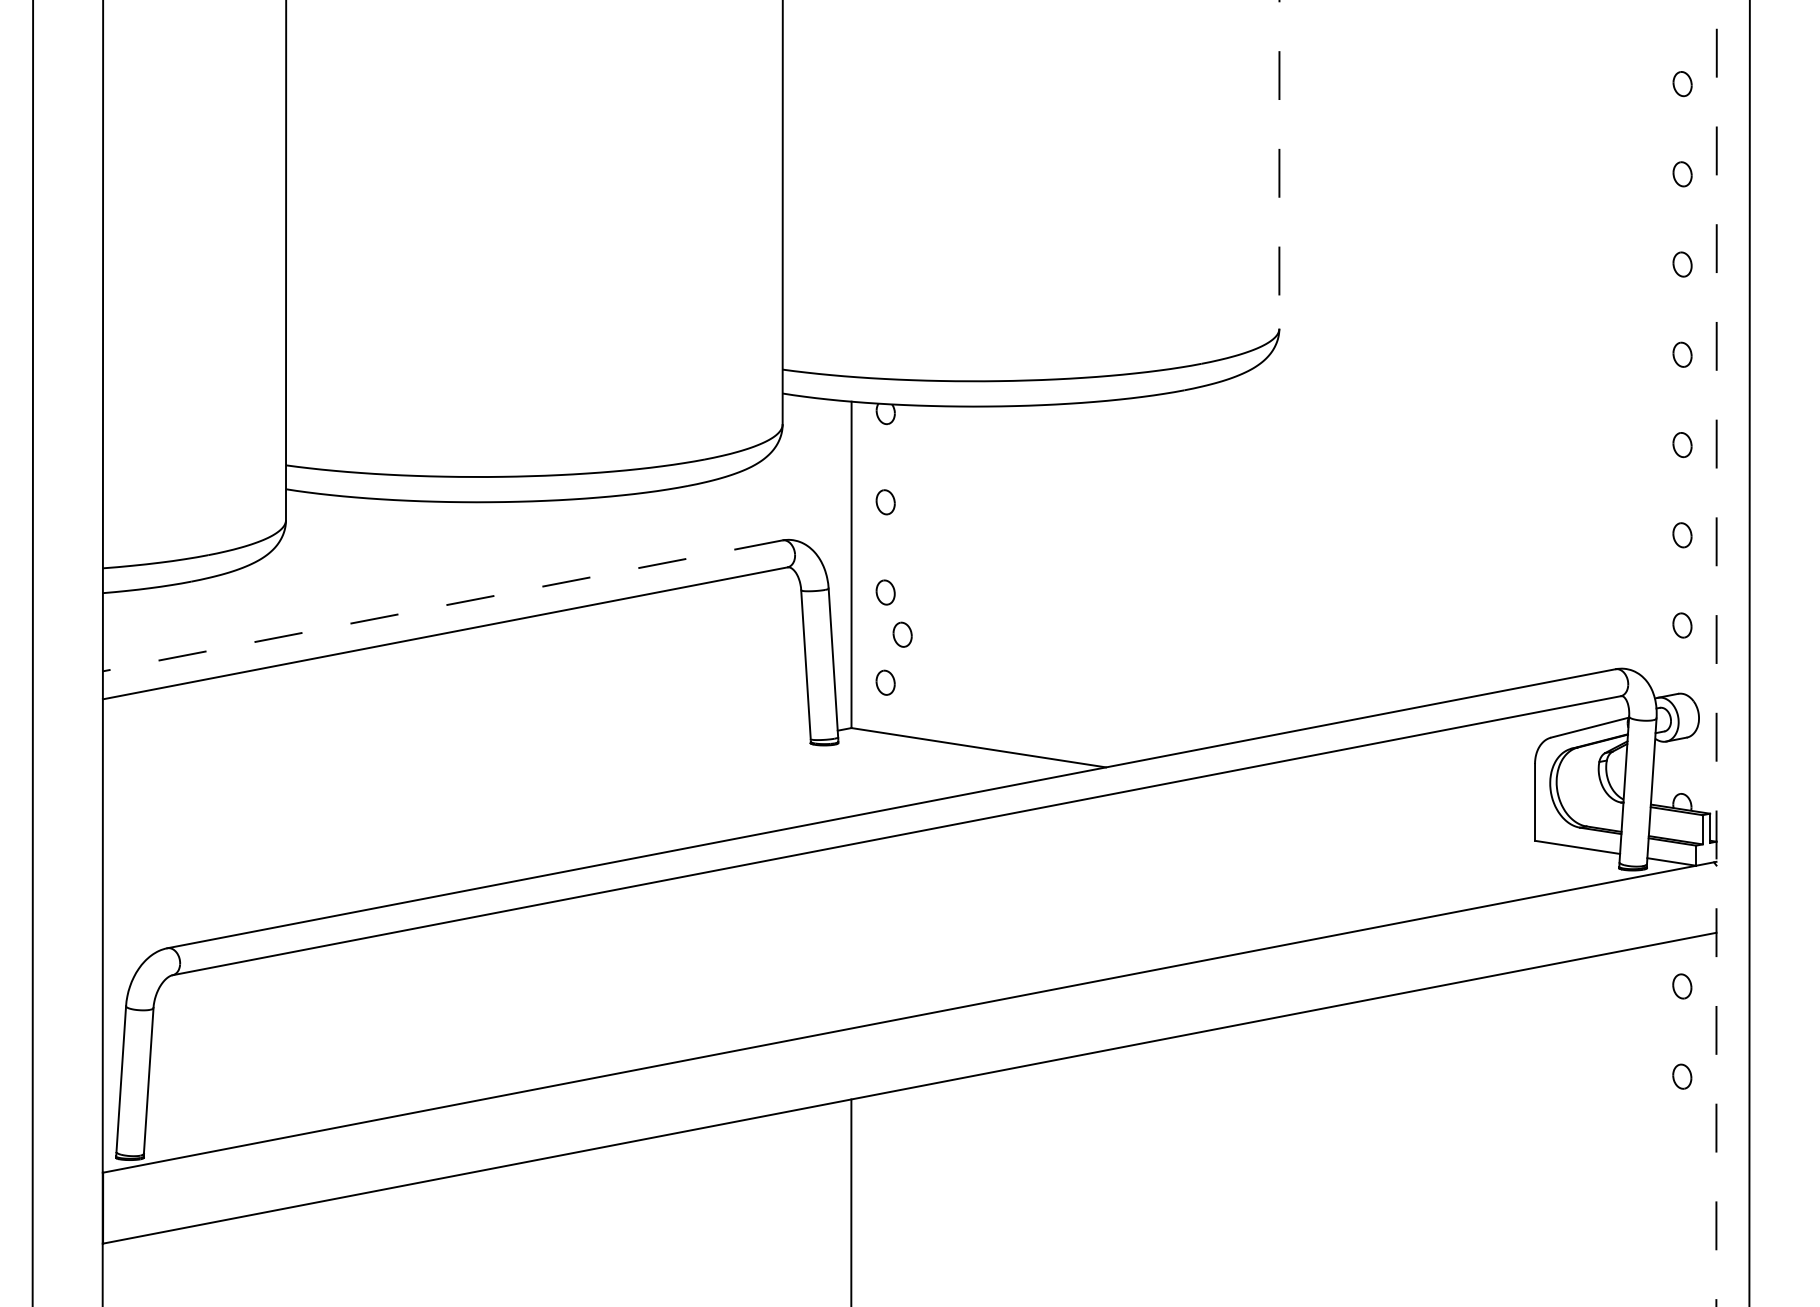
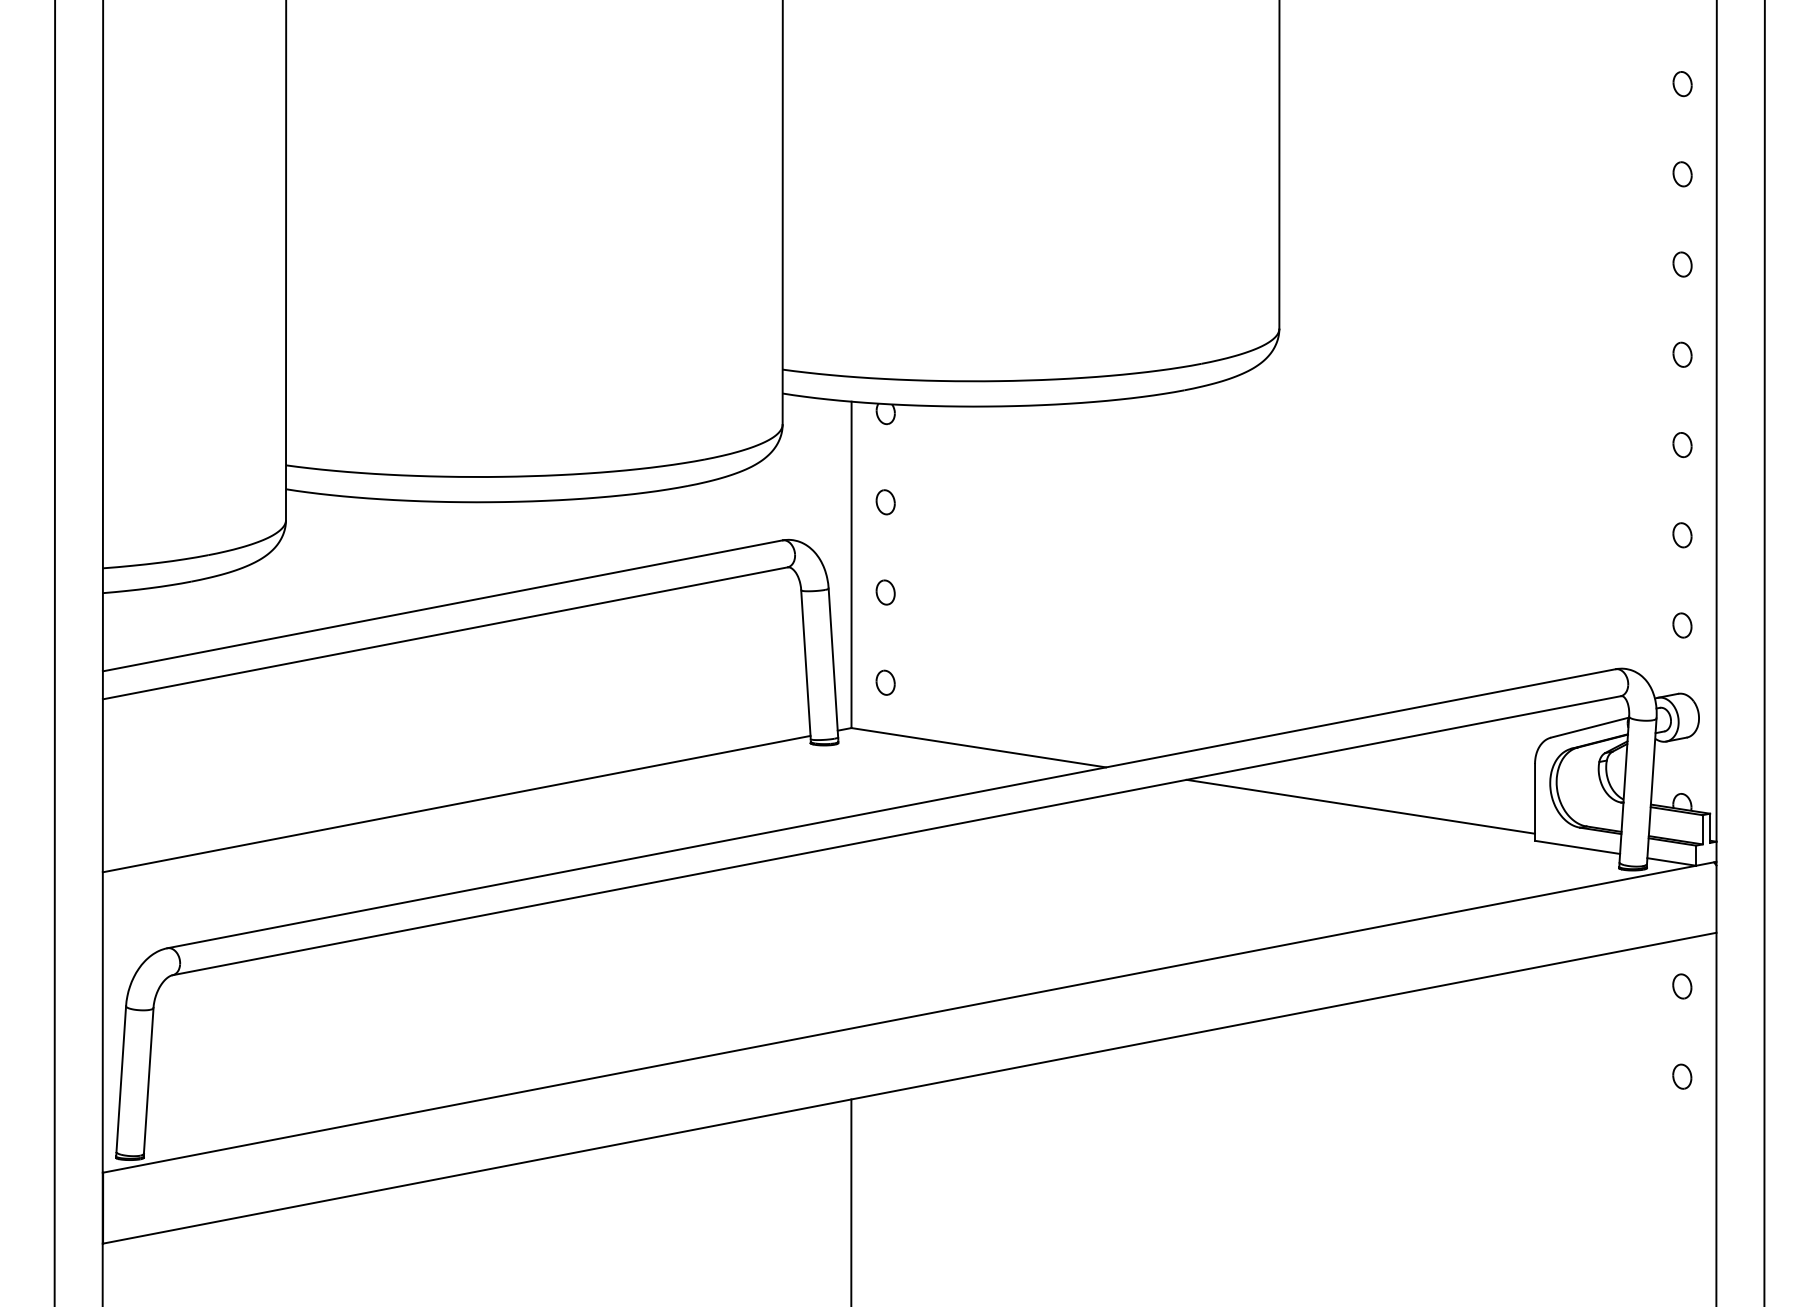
line at (1279, 164): dashed -> solid
line at (442, 605): dashed -> solid
part at (902, 634): present -> none
line at (32, 652) position: (32, 652) -> (54, 652)
line at (1749, 652) position: (1749, 652) -> (1764, 652)
line at (1716, 653): dashed -> solid
line at (456, 803): none -> present
line at (1360, 806): none -> present
